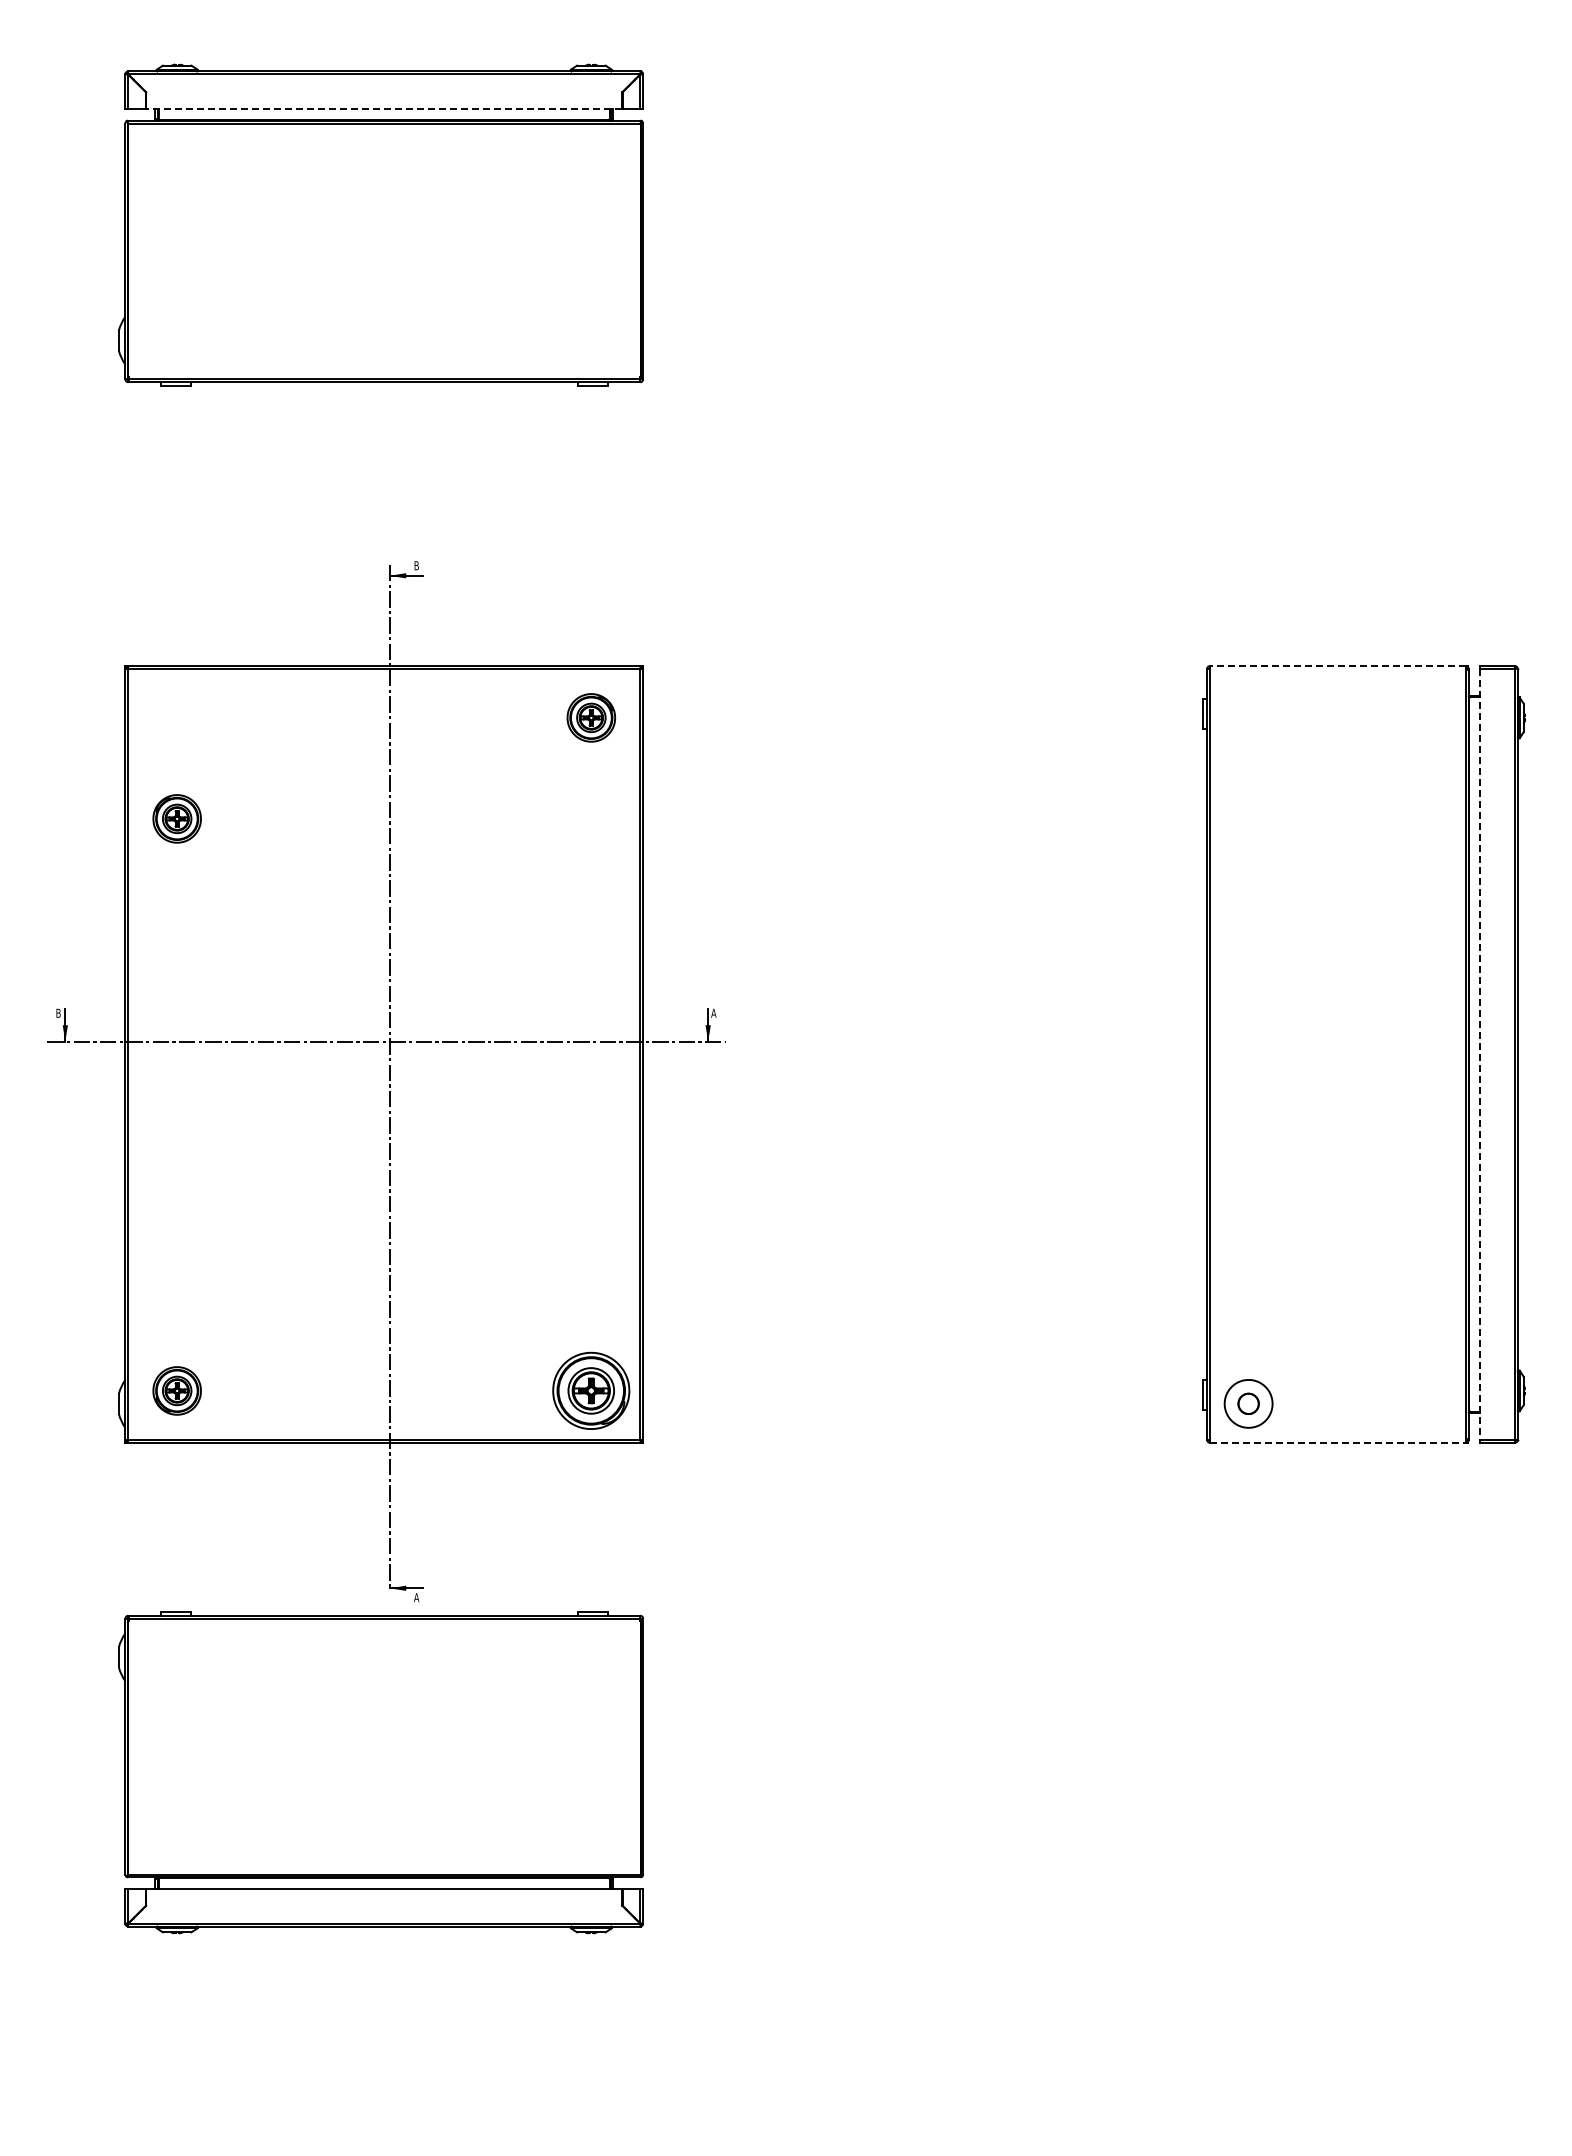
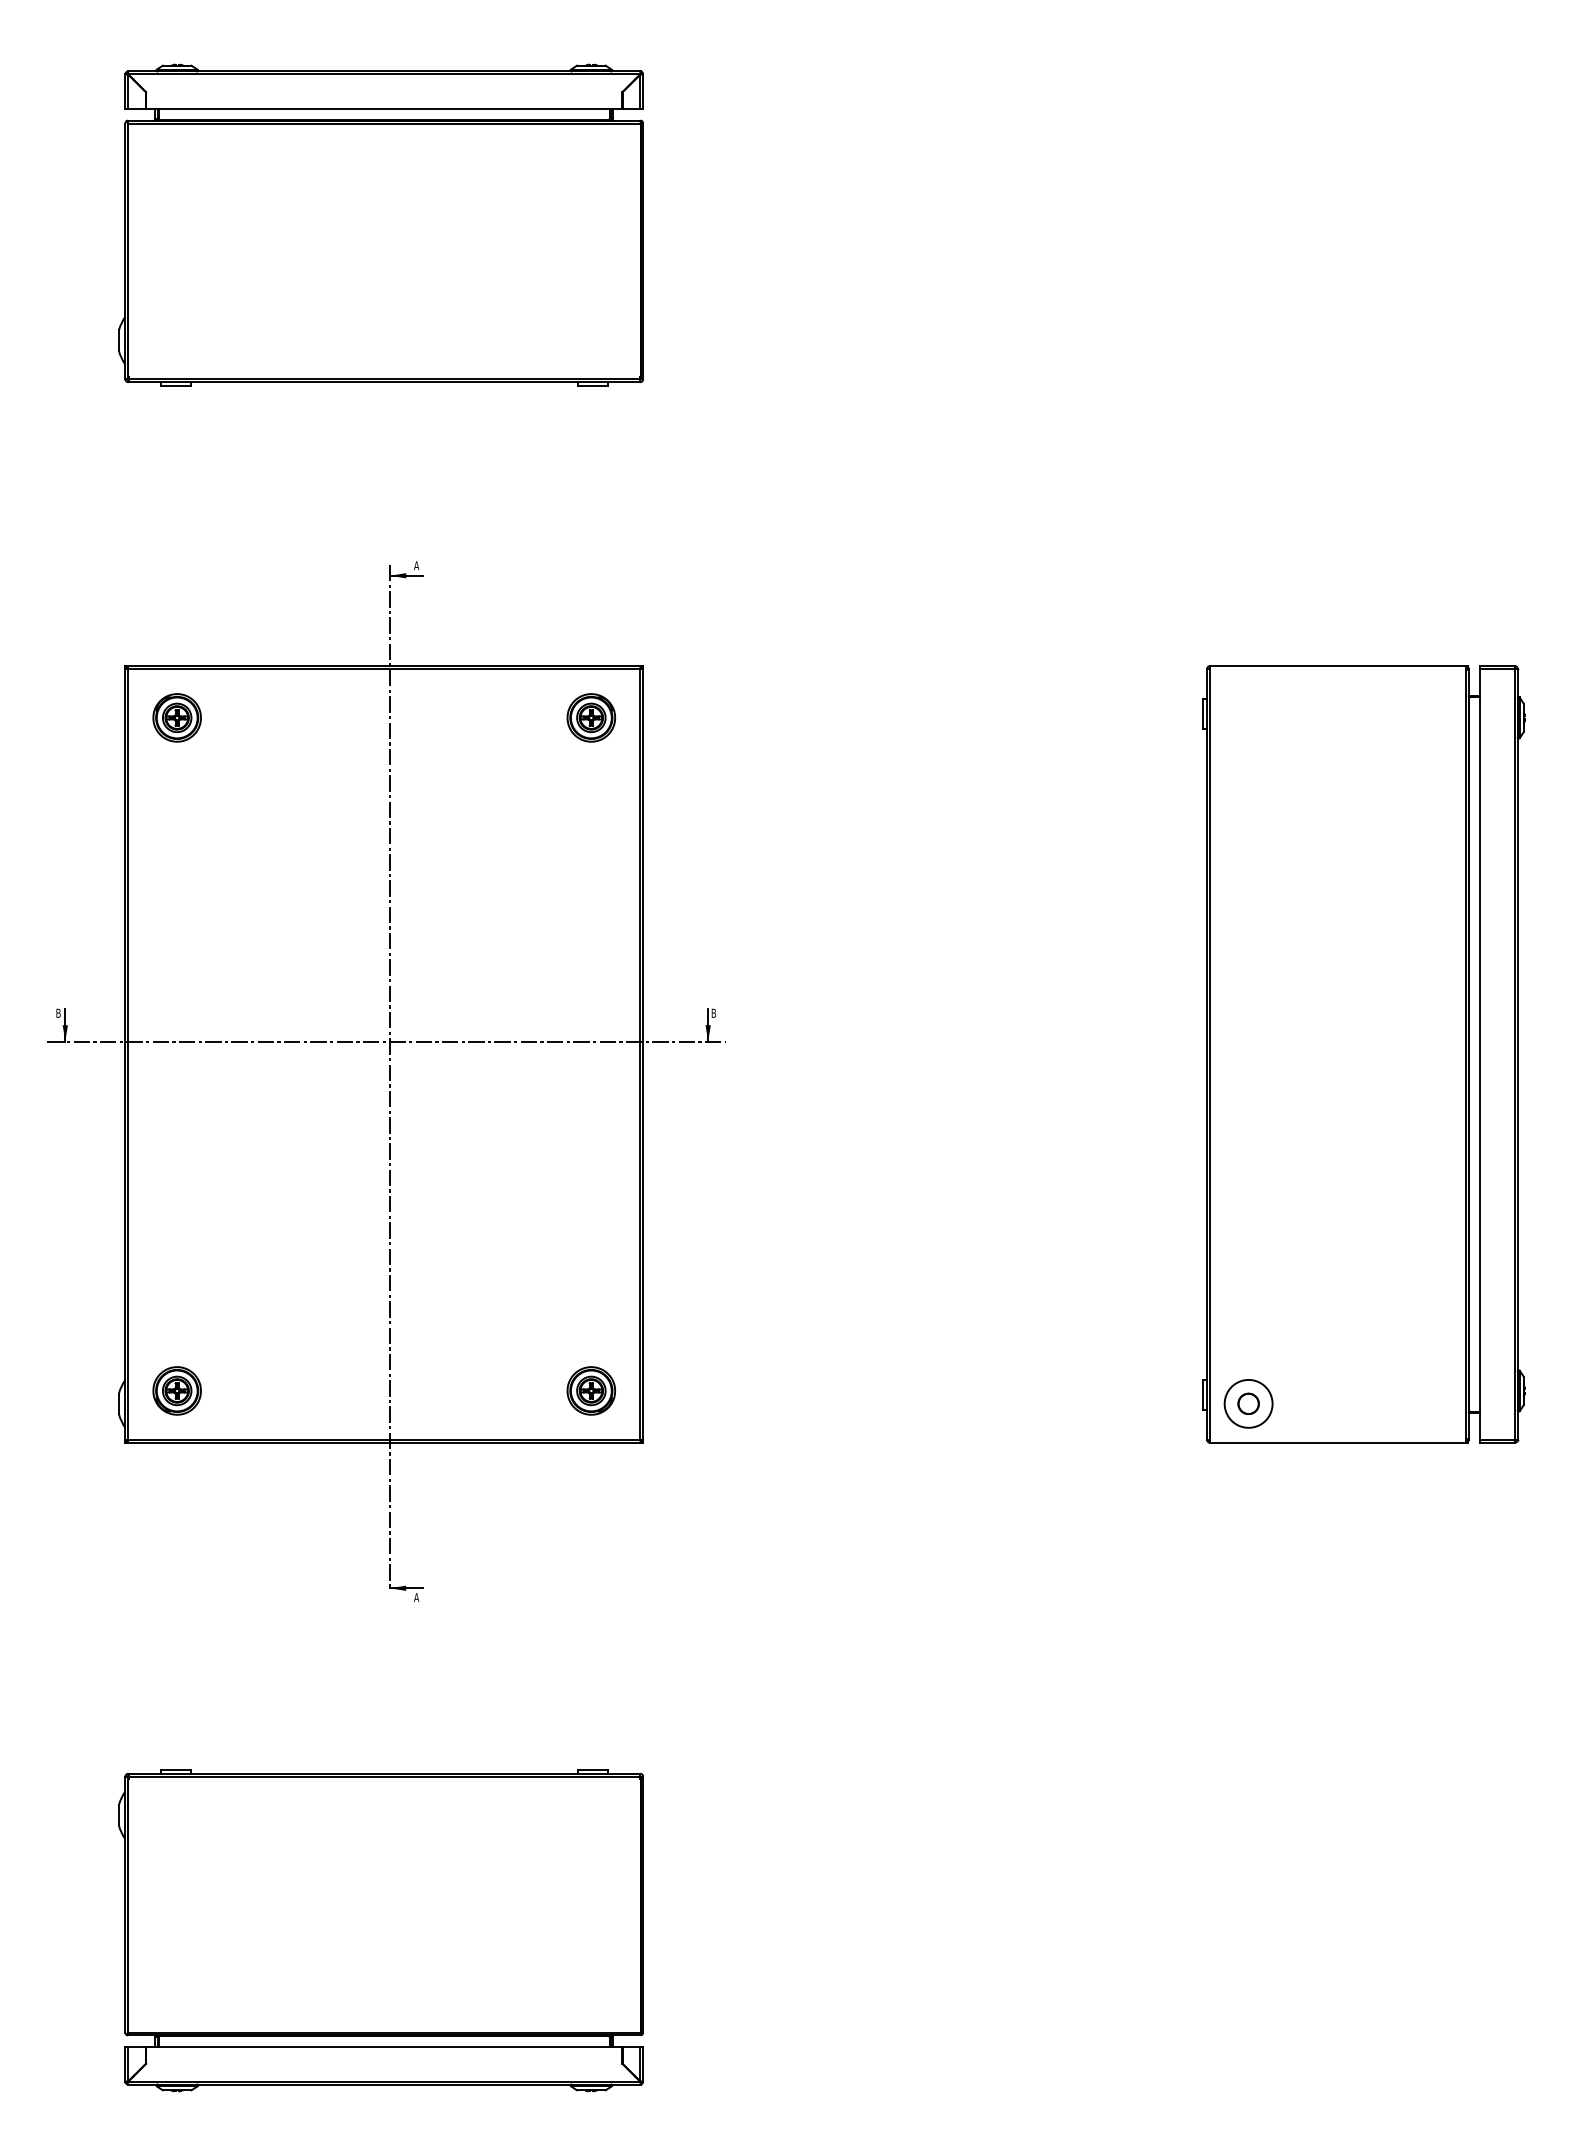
line at (383, 109): dashed -> solid
text at (416, 565): B -> A
line at (1338, 666): dashed -> solid
part at (176, 818) position: (176, 818) -> (176, 717)
text at (713, 1012): A -> B
line at (1480, 1054): dashed -> solid
part at (591, 1390) size: 79x79 px -> 51x50 px
line at (1338, 1442): dashed -> solid
part at (380, 1772) position: (380, 1772) -> (380, 1930)
